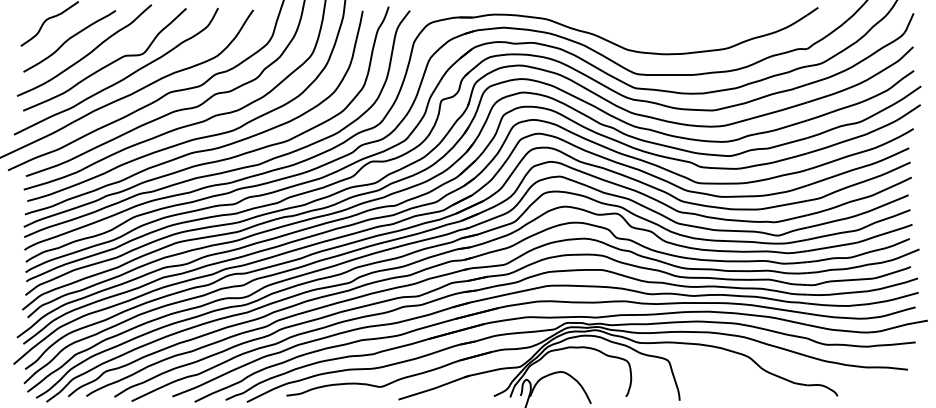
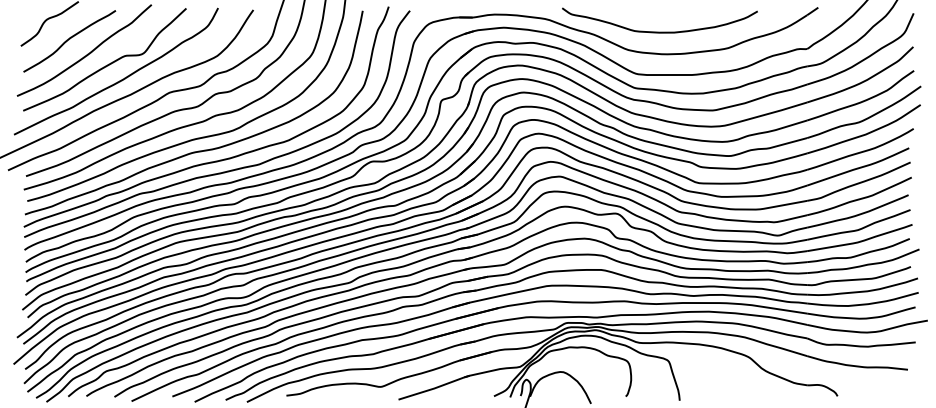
curve at (659, 31): none -> present
